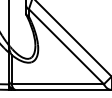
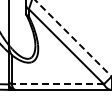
line at (73, 38): solid -> dashed
line at (57, 84): solid -> dashed
